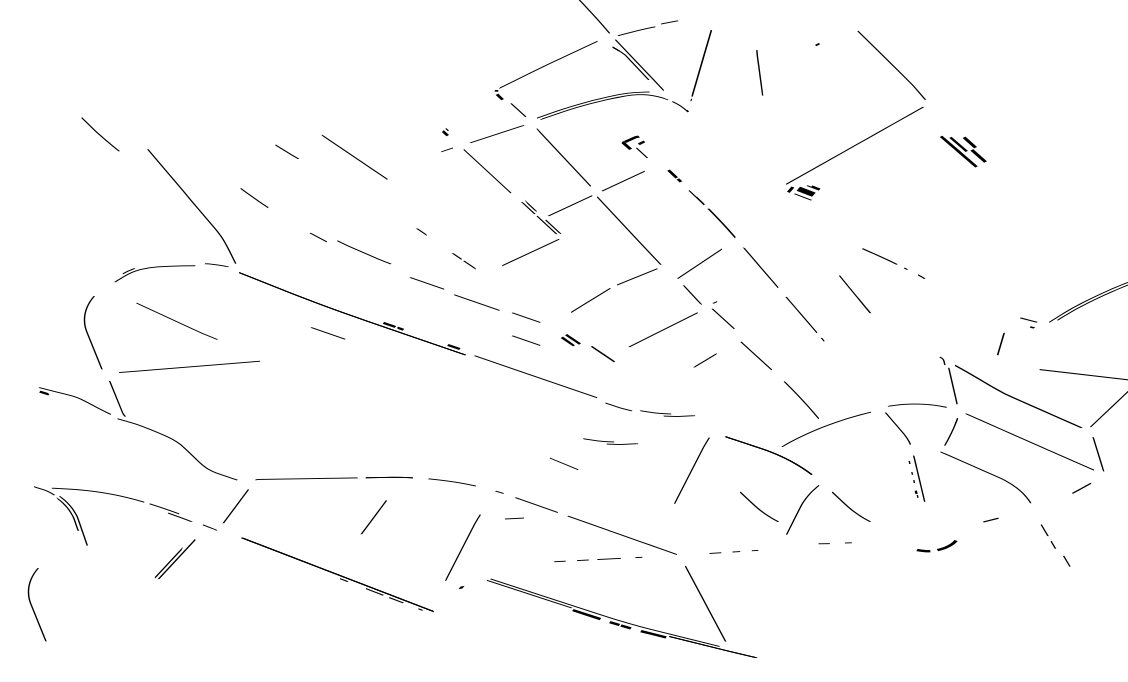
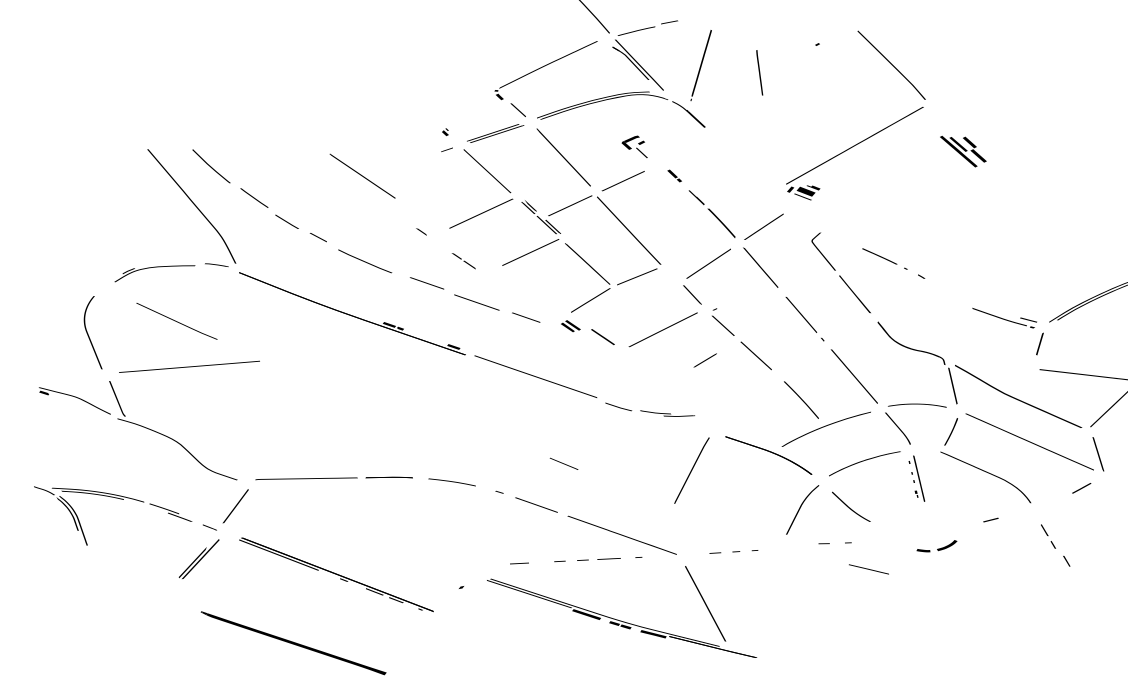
fill at (696, 119): none -> present
fill at (492, 132): none -> present
part at (100, 134) position: (100, 134) -> (211, 166)
line at (286, 151) position: (286, 151) -> (286, 221)
line at (354, 156) position: (354, 156) -> (362, 175)
fill at (481, 213): none -> present
line at (763, 226): none -> present
fill at (823, 251): none -> present
part at (364, 252) position: (364, 252) -> (365, 261)
fill at (587, 263): none -> present
line at (699, 263) position: (699, 263) -> (708, 263)
part at (722, 314) position: (722, 314) -> (722, 321)
fill at (999, 316): none -> present
line at (327, 333): present -> none
fill at (908, 339): none -> present
line at (526, 340): present -> none
part at (570, 340) position: (570, 340) -> (570, 326)
line at (1000, 343) position: (1000, 343) -> (1039, 343)
line at (602, 353) position: (602, 353) -> (602, 336)
line at (853, 376): none -> present
part at (610, 441): present -> none
fill at (864, 463): none -> present
fill at (92, 495): none -> present
part at (759, 506): present -> none
line at (373, 517): present -> none
line at (514, 518) position: (514, 518) -> (519, 563)
line at (462, 547): present -> none
fill at (278, 554): none -> present
part at (174, 559) position: (174, 559) -> (198, 559)
fill at (868, 569): none -> present
part at (36, 604): present -> none
line at (293, 643): none -> present
